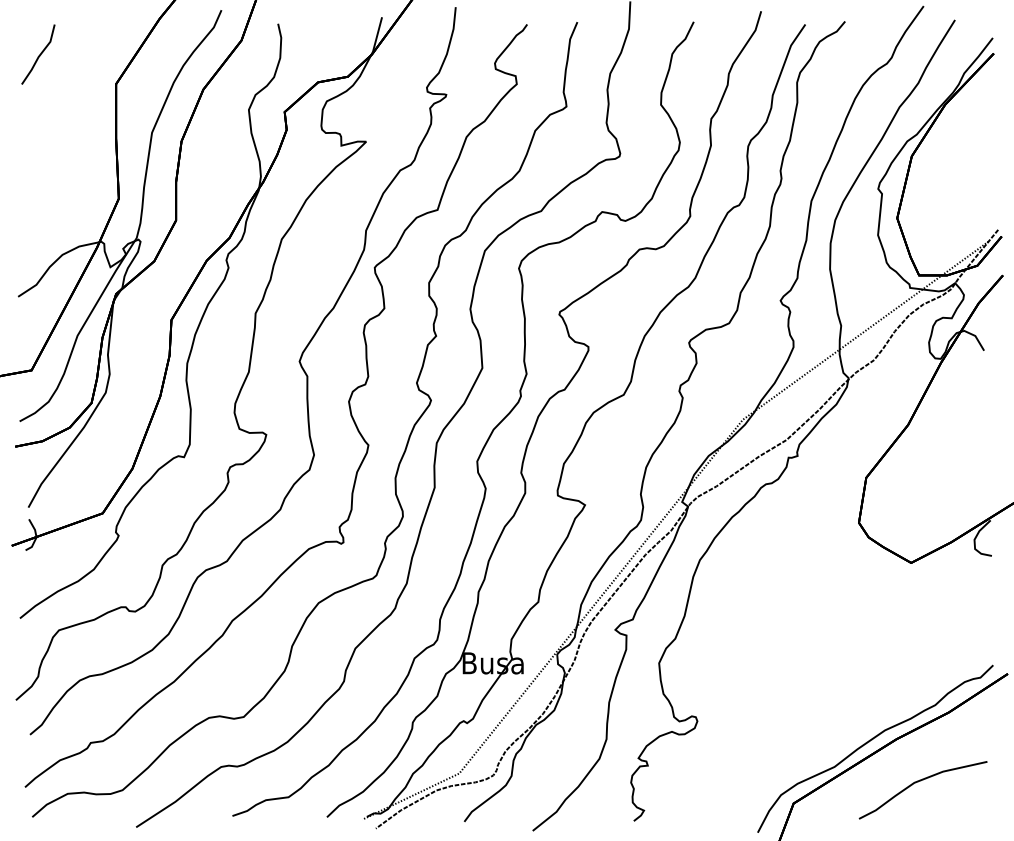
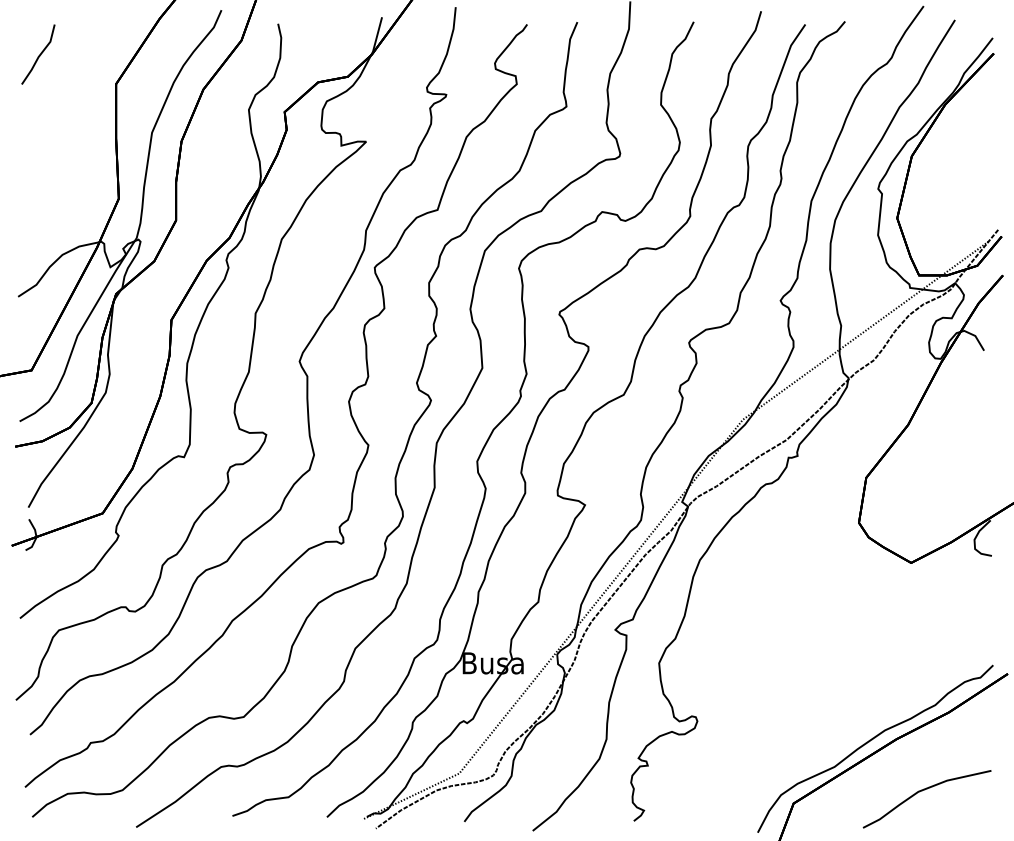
curve at (918, 782) position: (918, 782) -> (922, 791)
